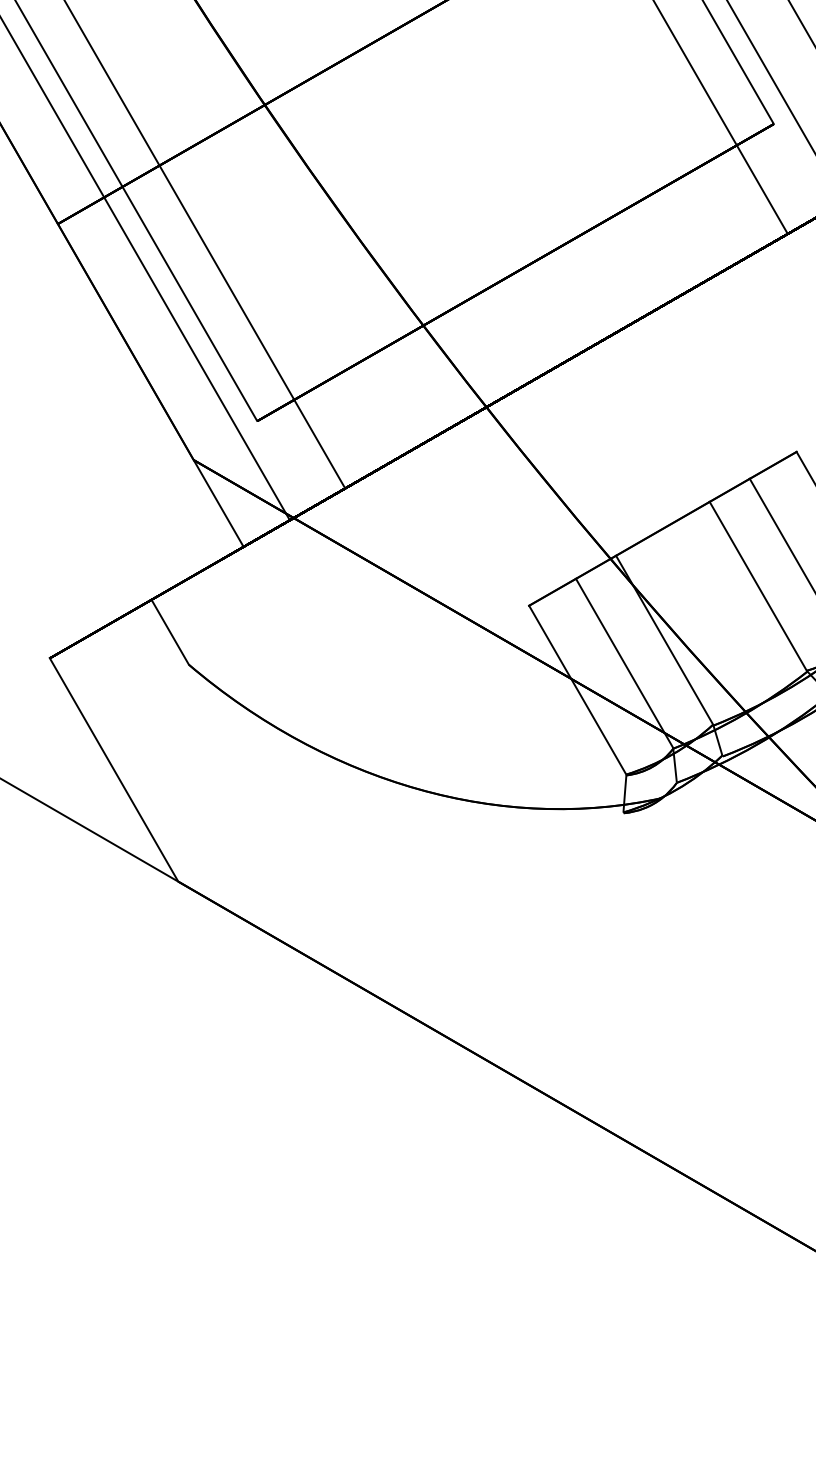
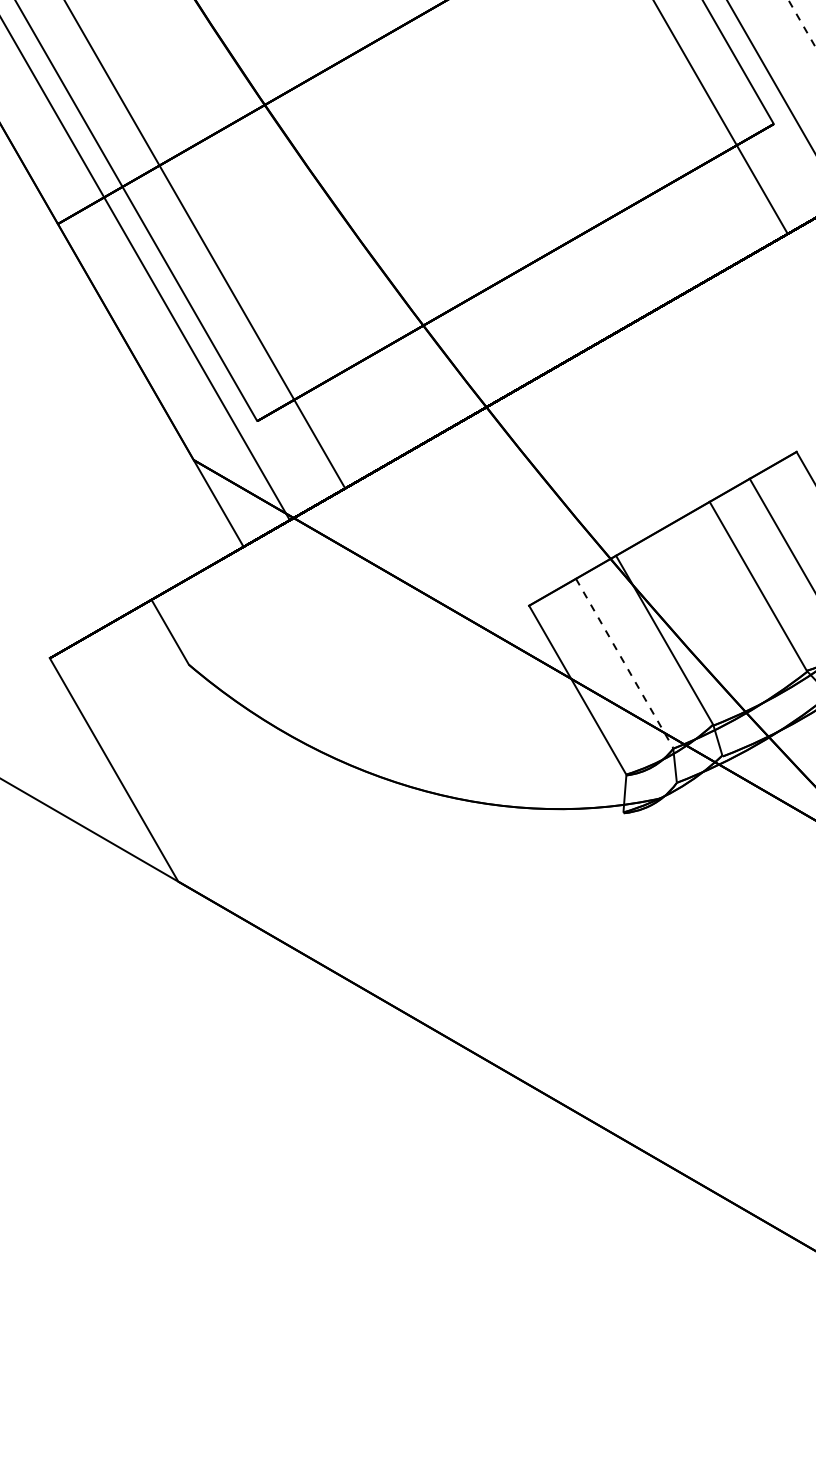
line at (802, 23): solid -> dashed
line at (624, 663): solid -> dashed
